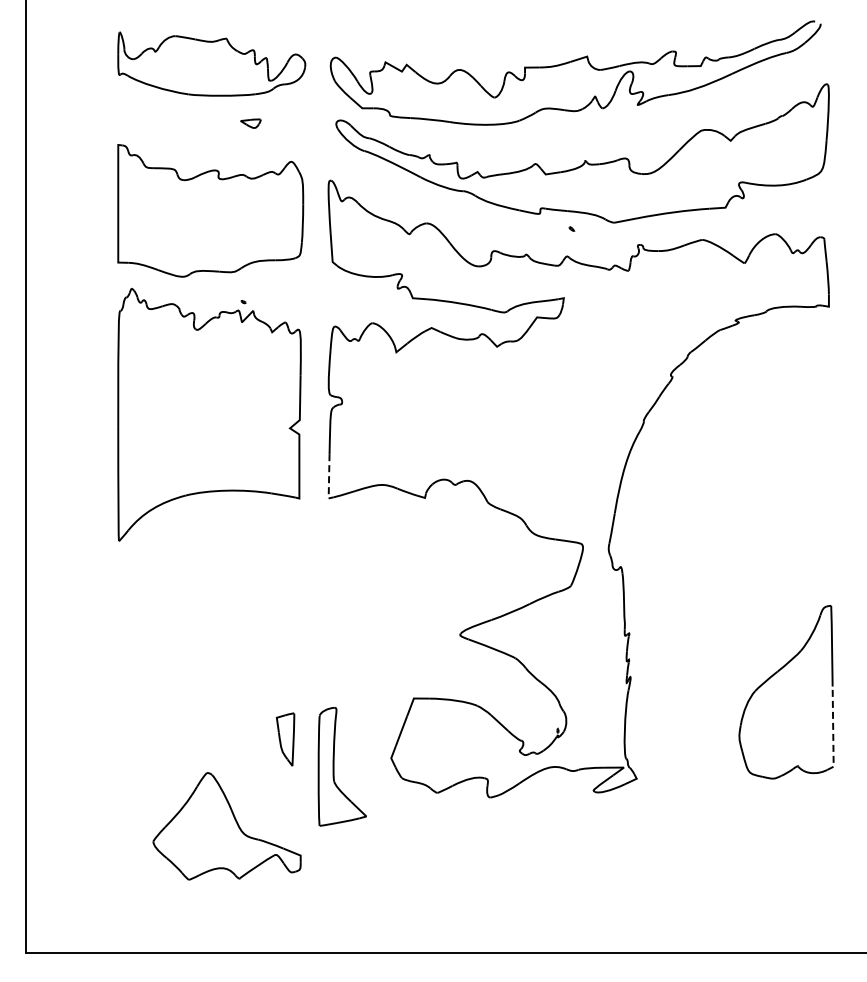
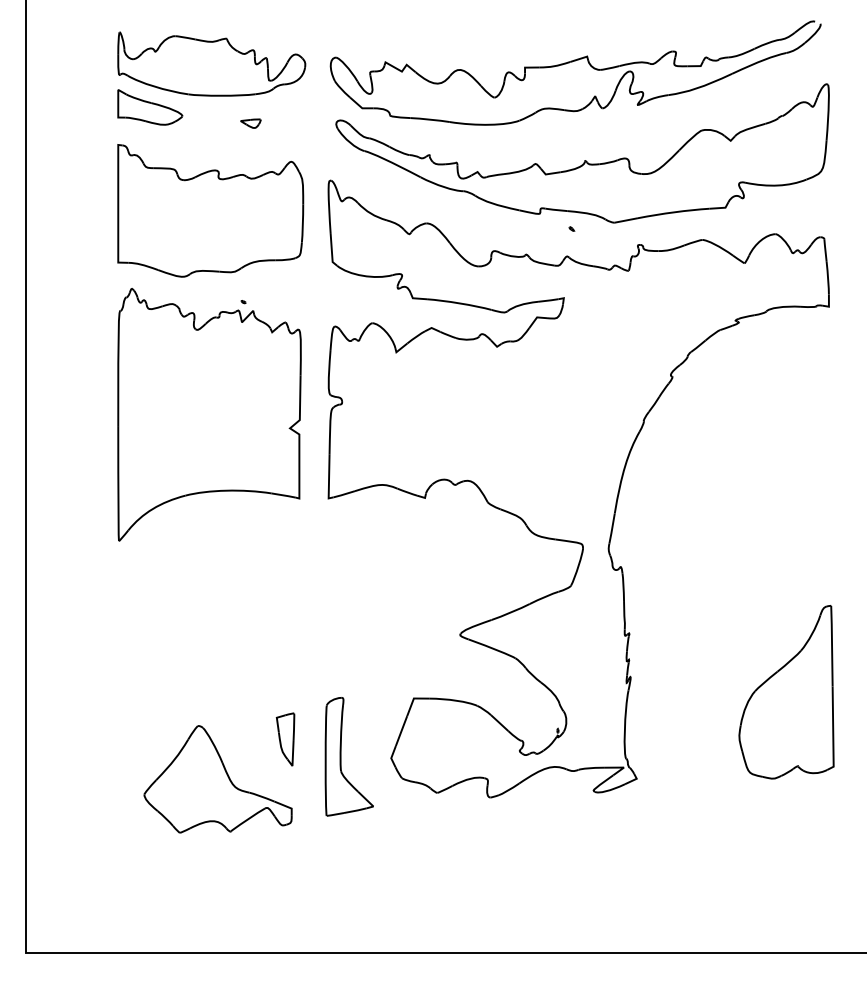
part at (150, 107): none -> present
line at (329, 479): dashed -> solid
line at (833, 731): dashed -> solid
part at (334, 766) position: (334, 766) -> (341, 756)
part at (226, 826) position: (226, 826) -> (217, 779)
